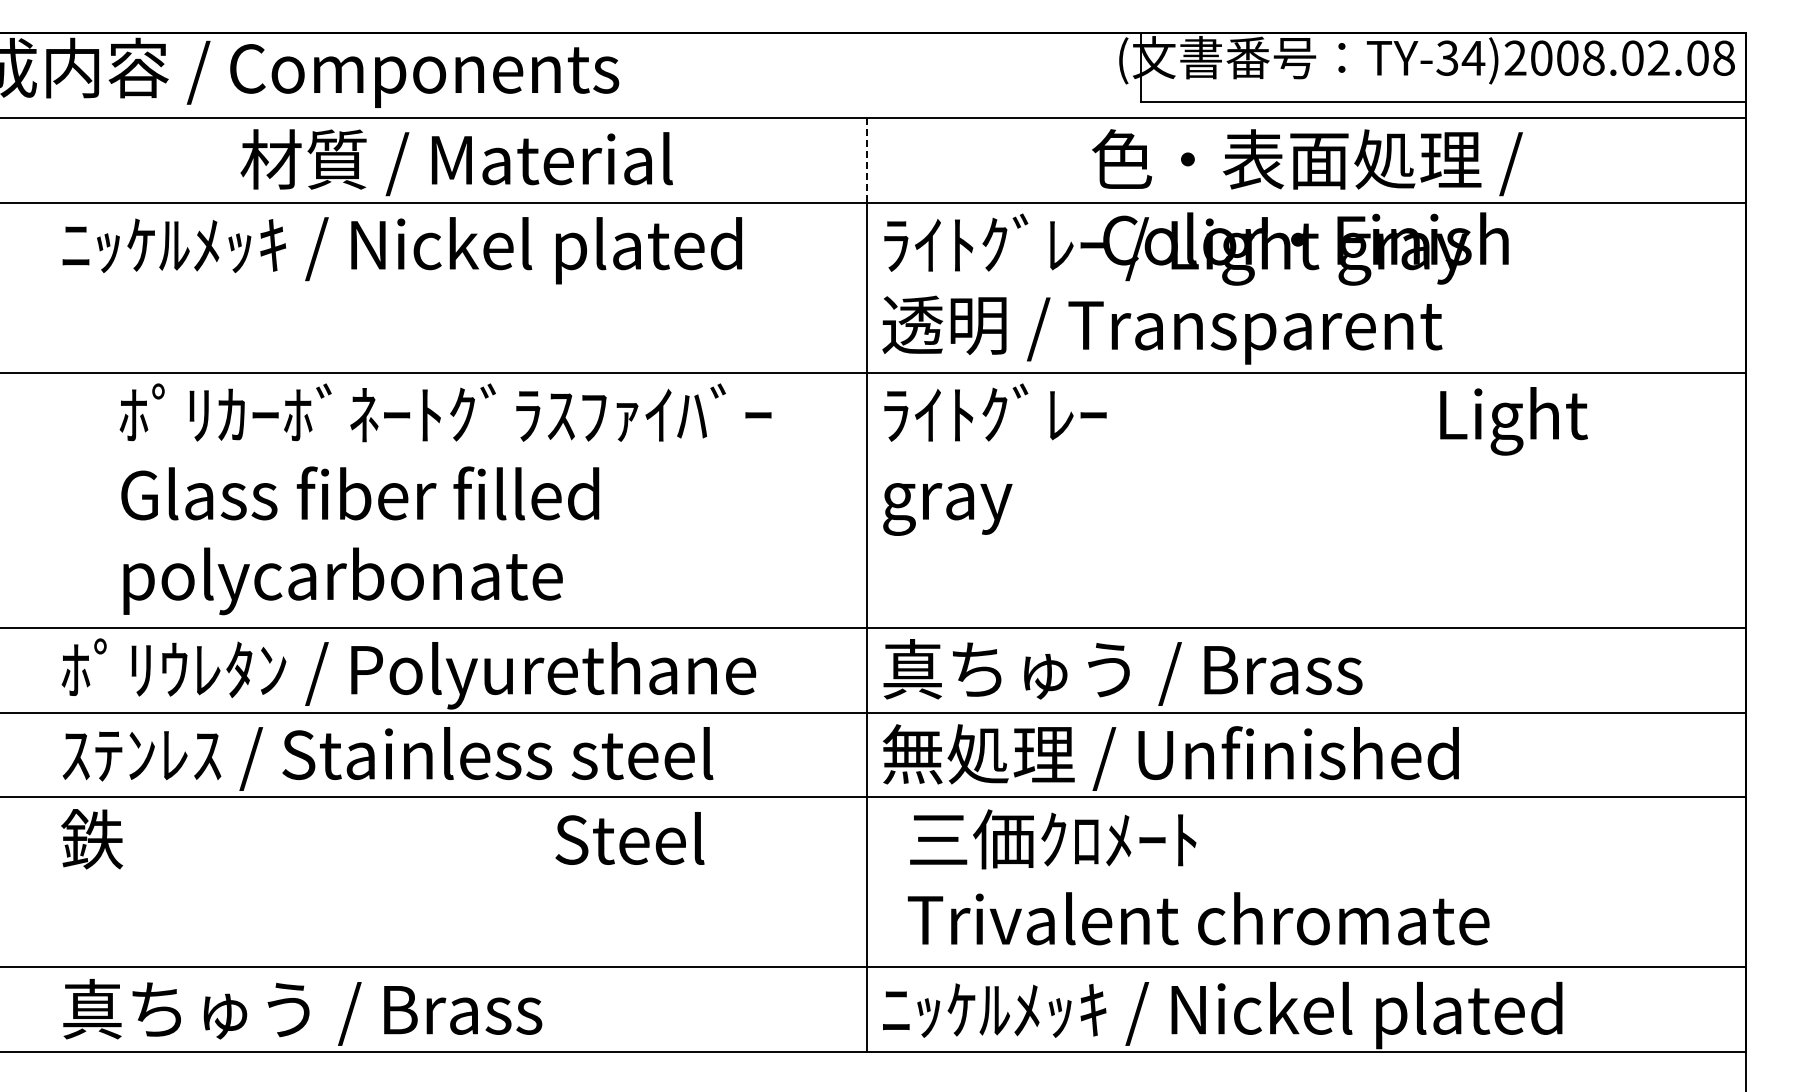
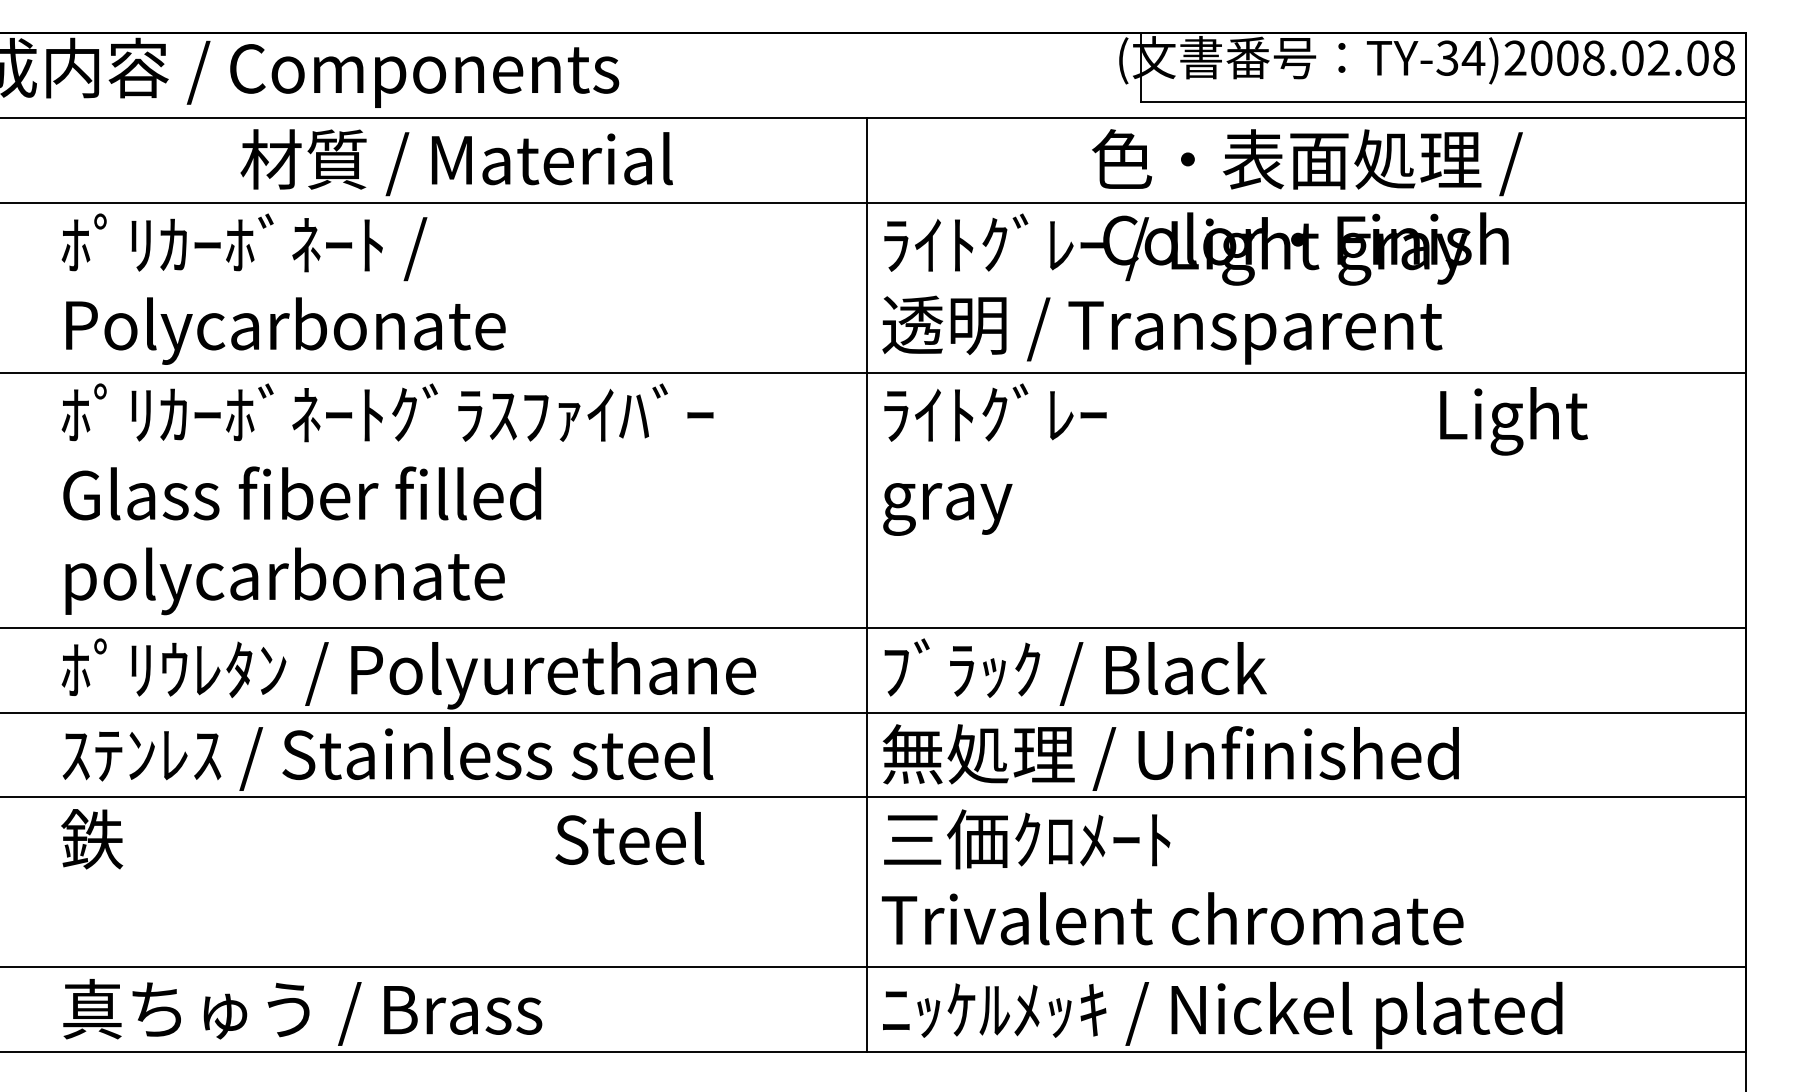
line at (867, 160): dashed -> solid
text at (401, 288): ﾆｯｹﾙﾒｯｷ / Nickel plated -> ﾎﾟﾘｶｰﾎﾞﾈｰﾄ / Polycarbonate
text at (445, 499) position: (445, 499) -> (387, 499)
text at (1122, 671): 真ちゅう / Brass -> ﾌﾞﾗｯｸ / Black
text at (1198, 877) position: (1198, 877) -> (1172, 877)
